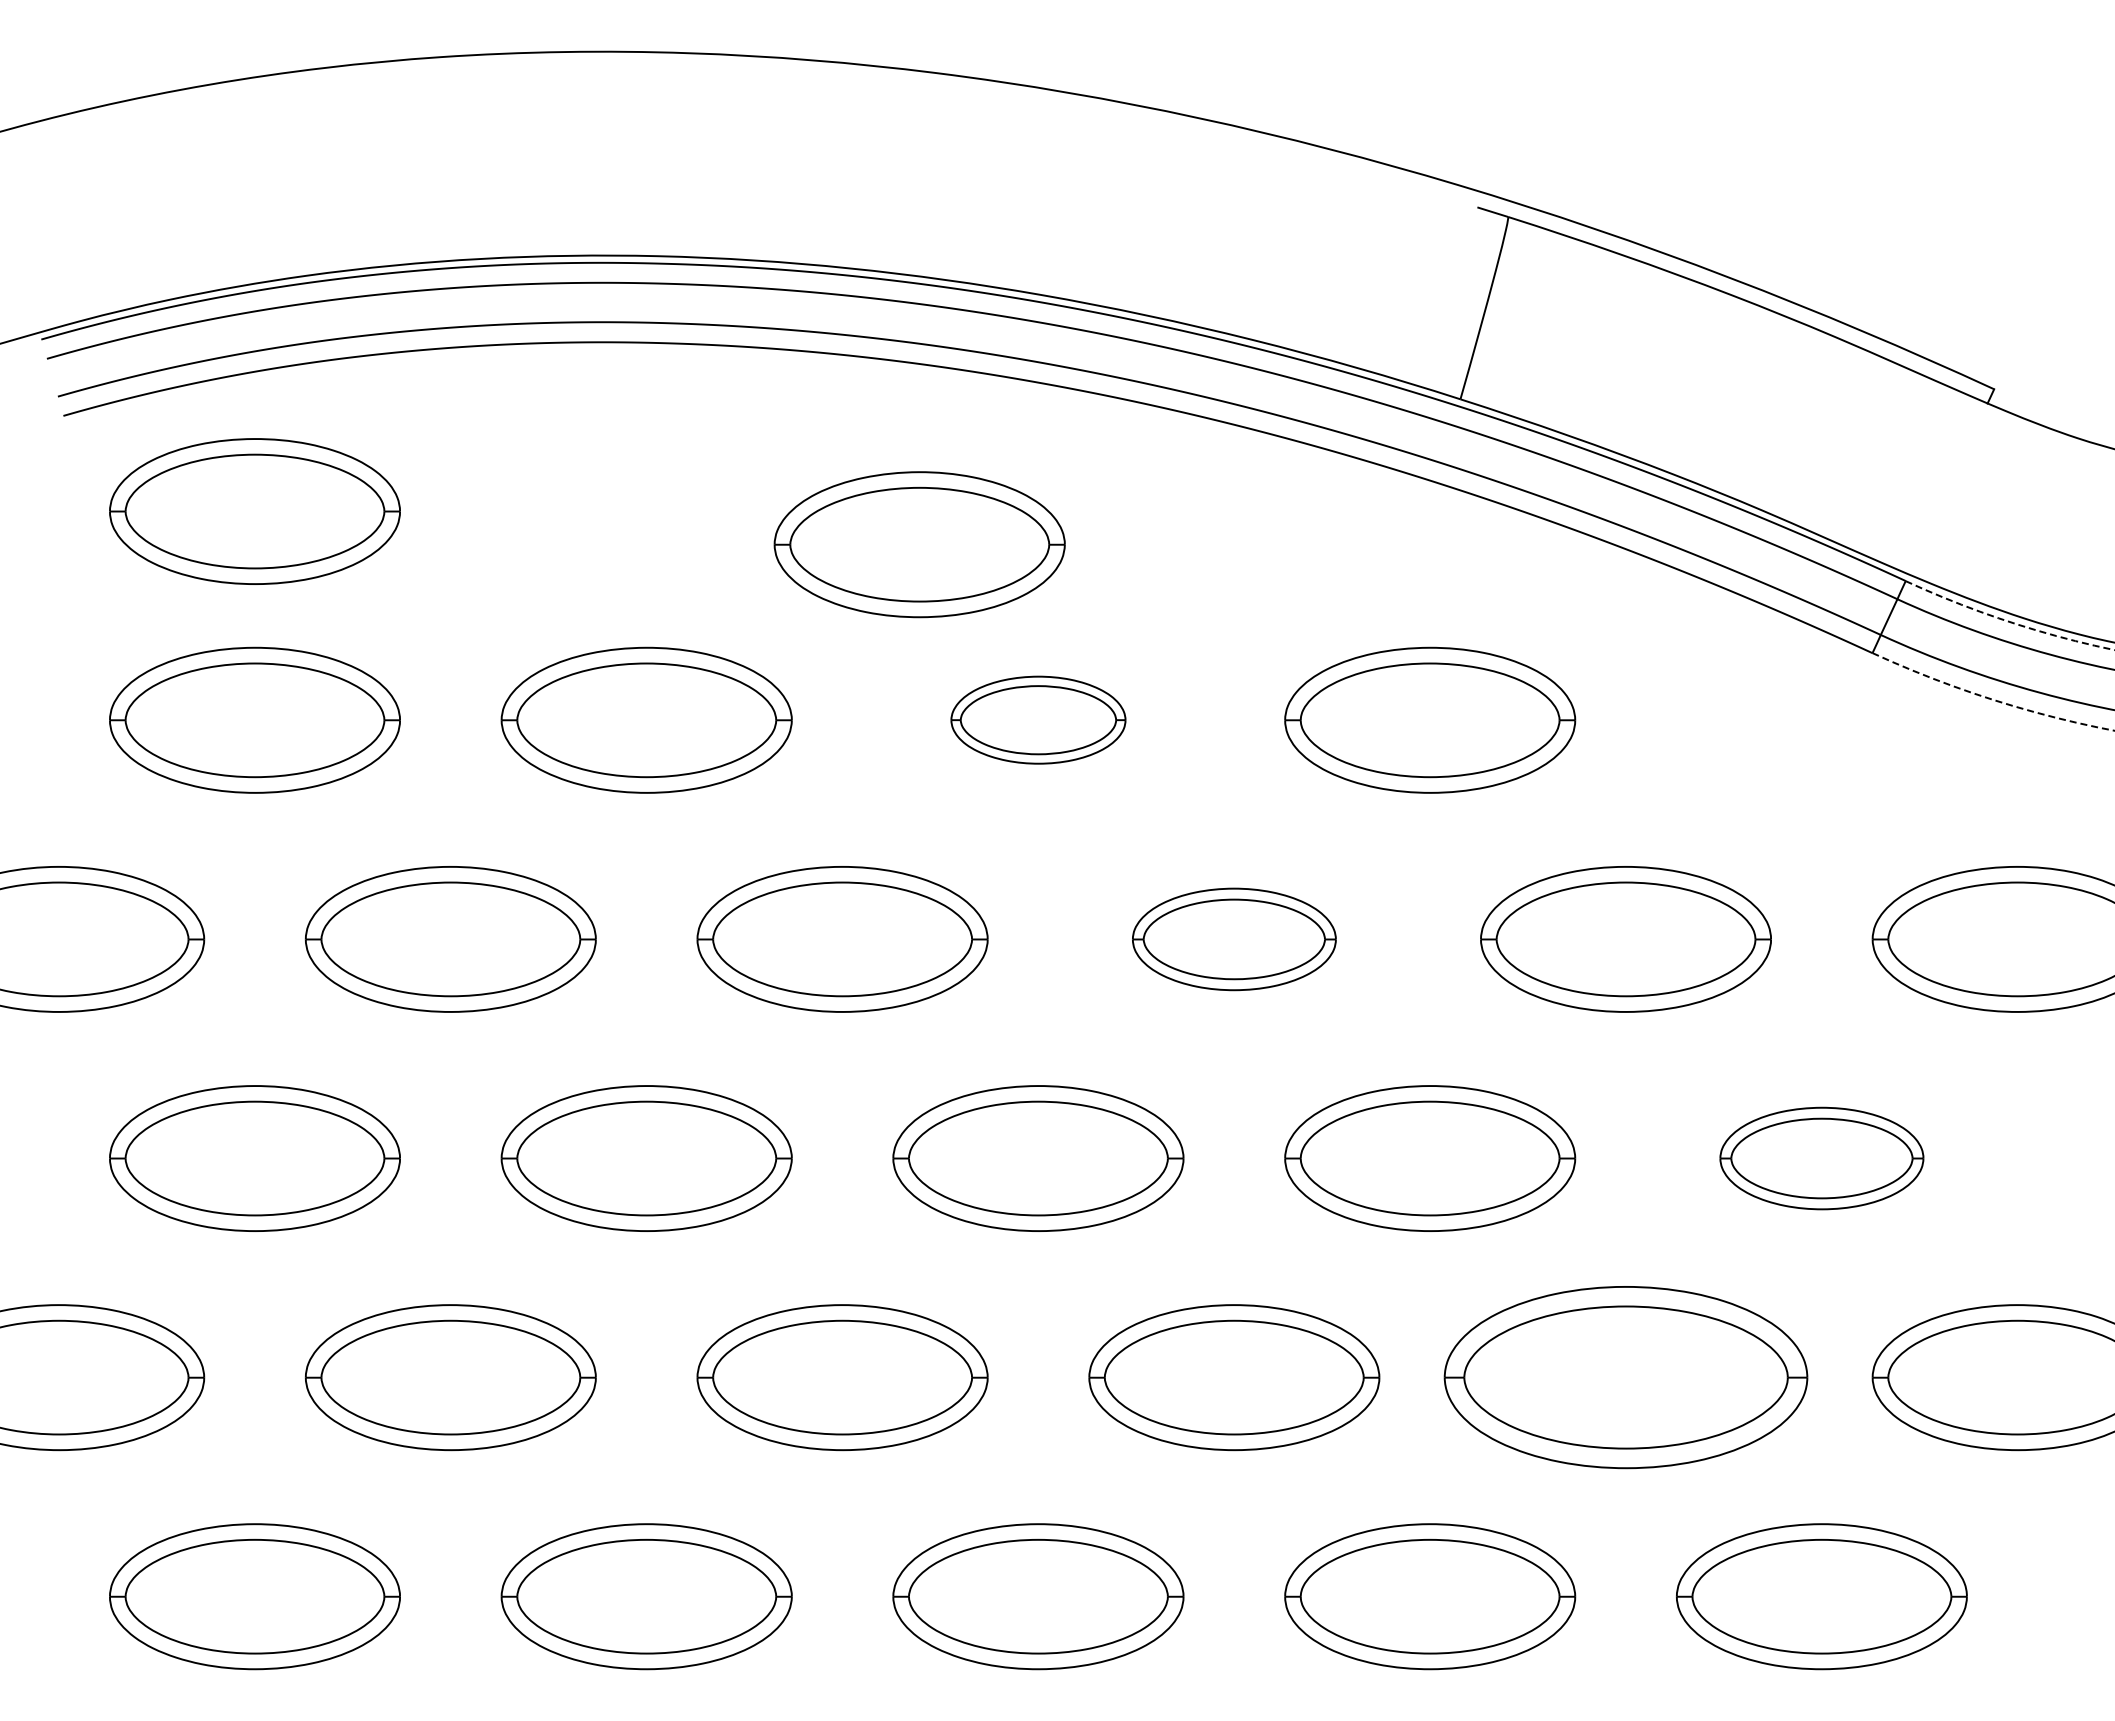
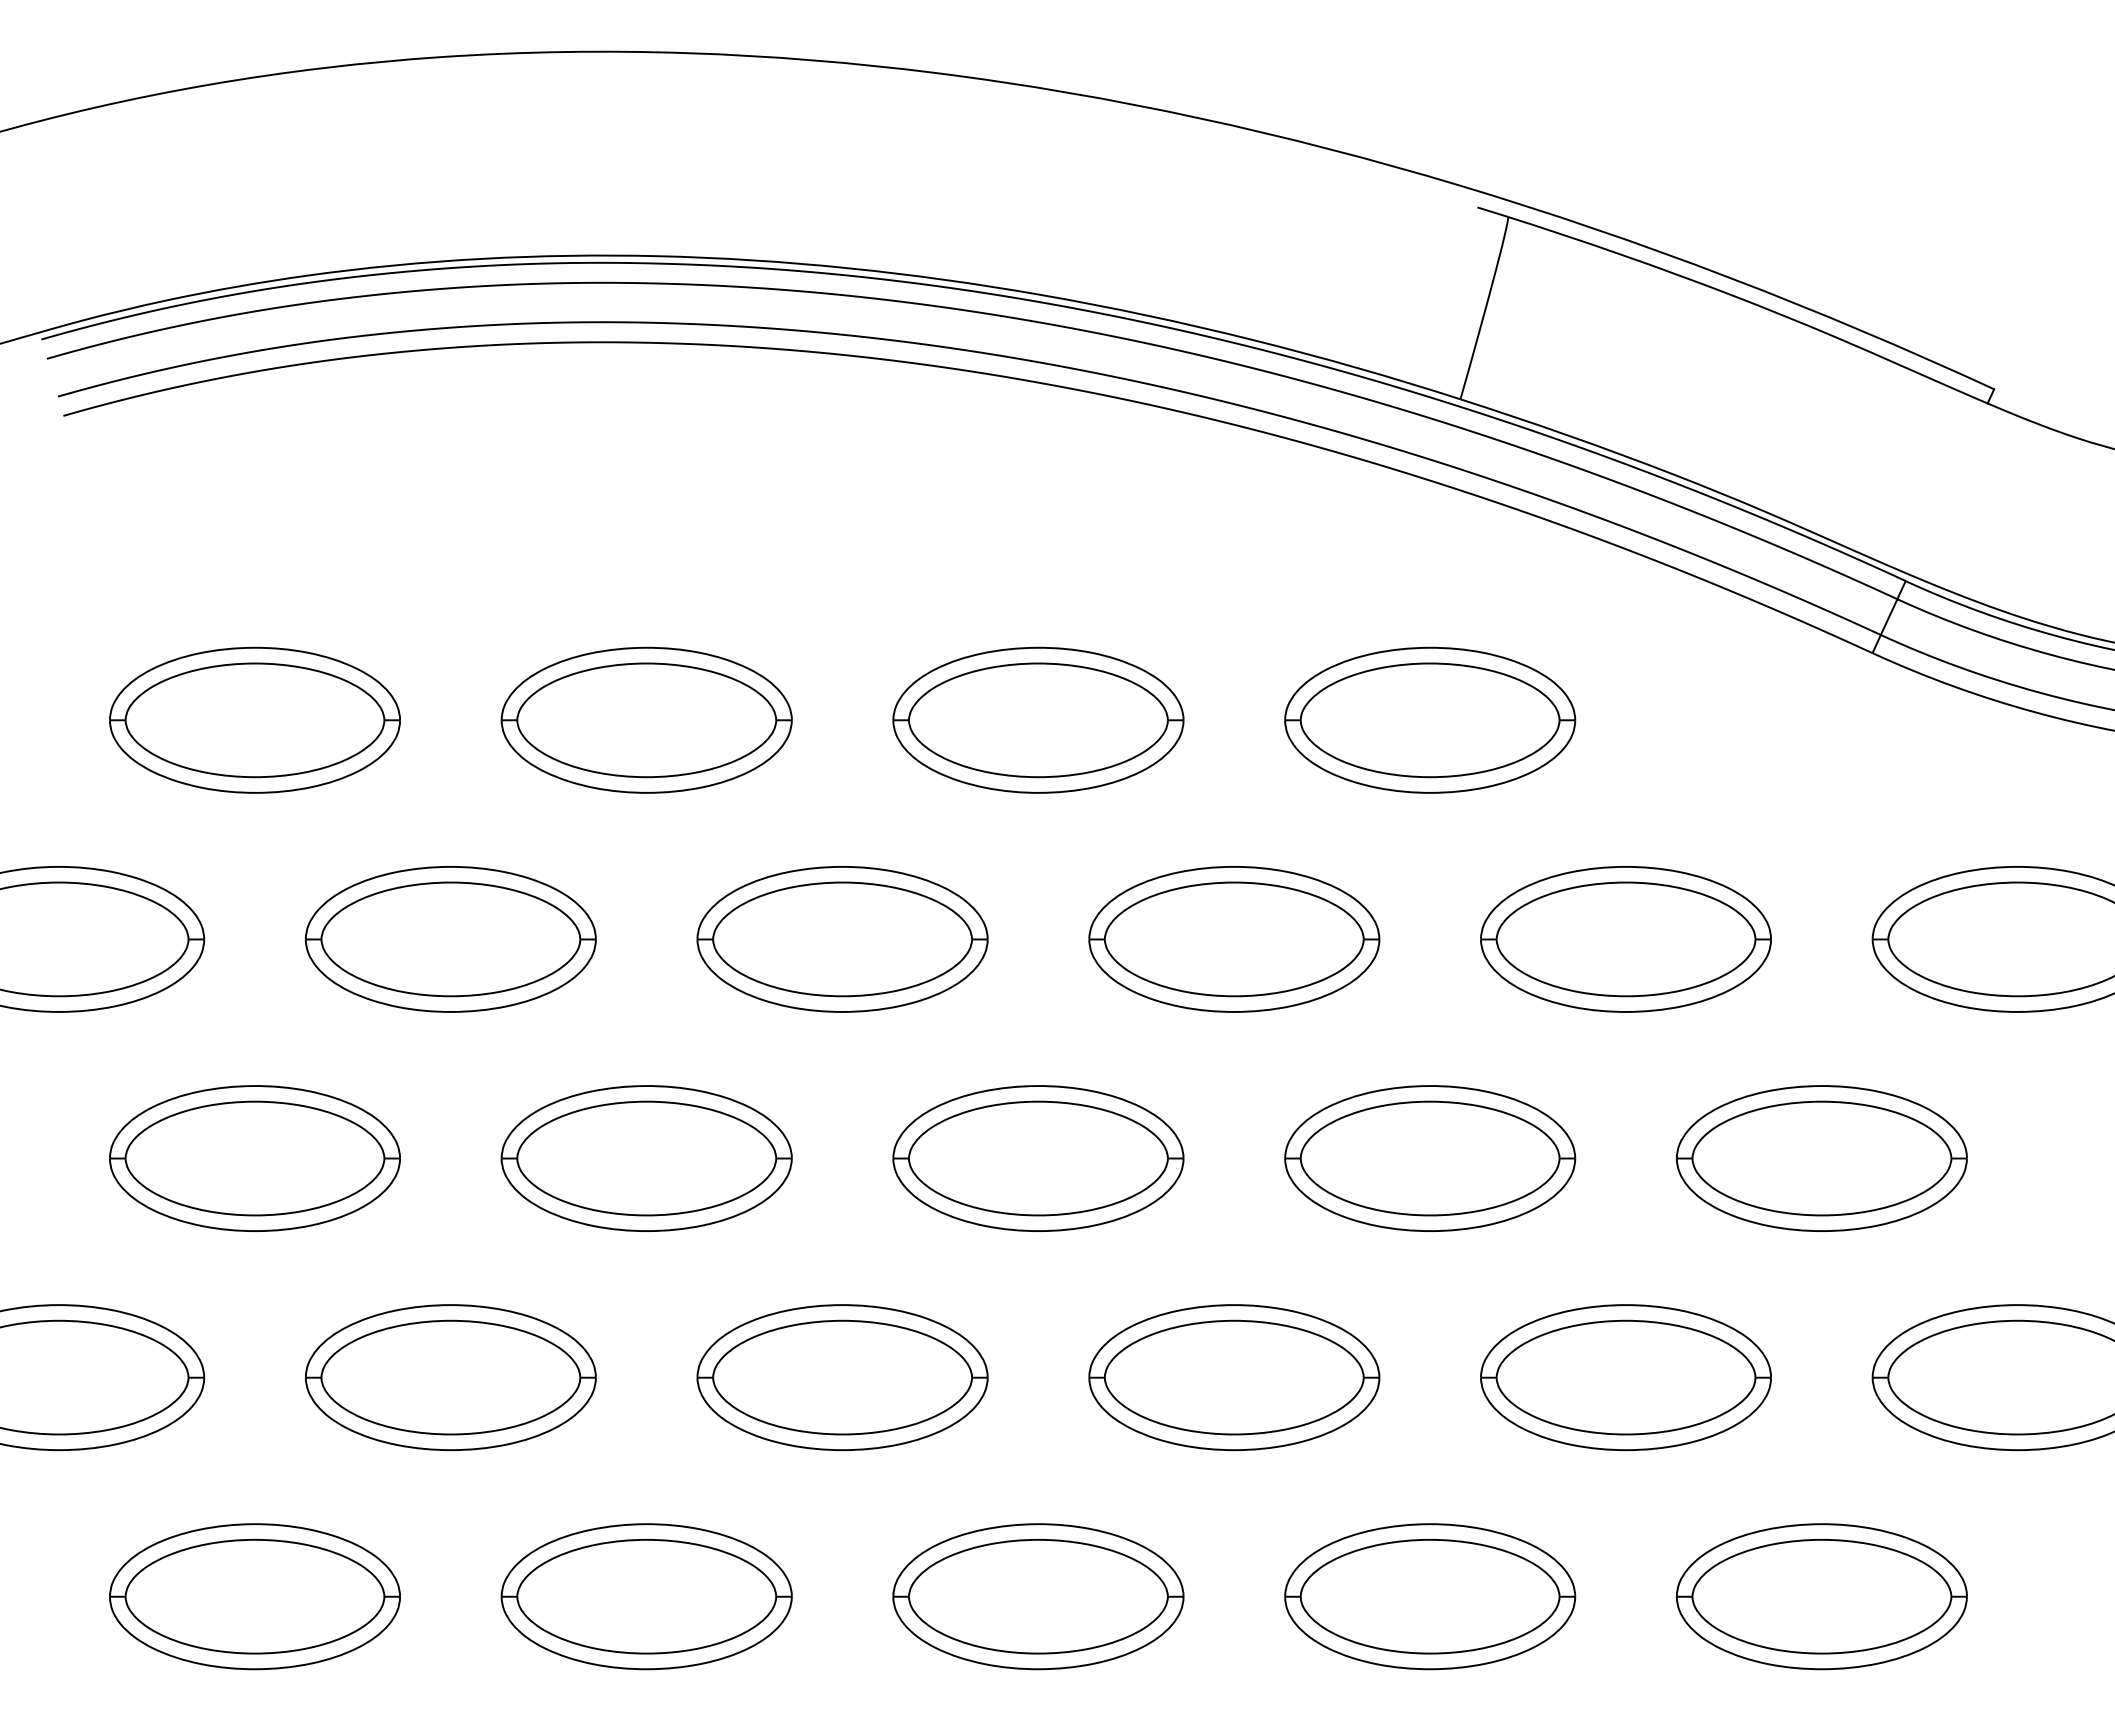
part at (254, 511): present -> none
part at (919, 544): present -> none
arc at (2006, 621): dashed -> solid
arc at (1991, 699): dashed -> solid
part at (1038, 719) size: 177x90 px -> 293x148 px
part at (1234, 939) size: 205x105 px -> 293x147 px
part at (1821, 1158) size: 206x105 px -> 292x147 px
part at (1625, 1377) size: 366x184 px -> 292x148 px
